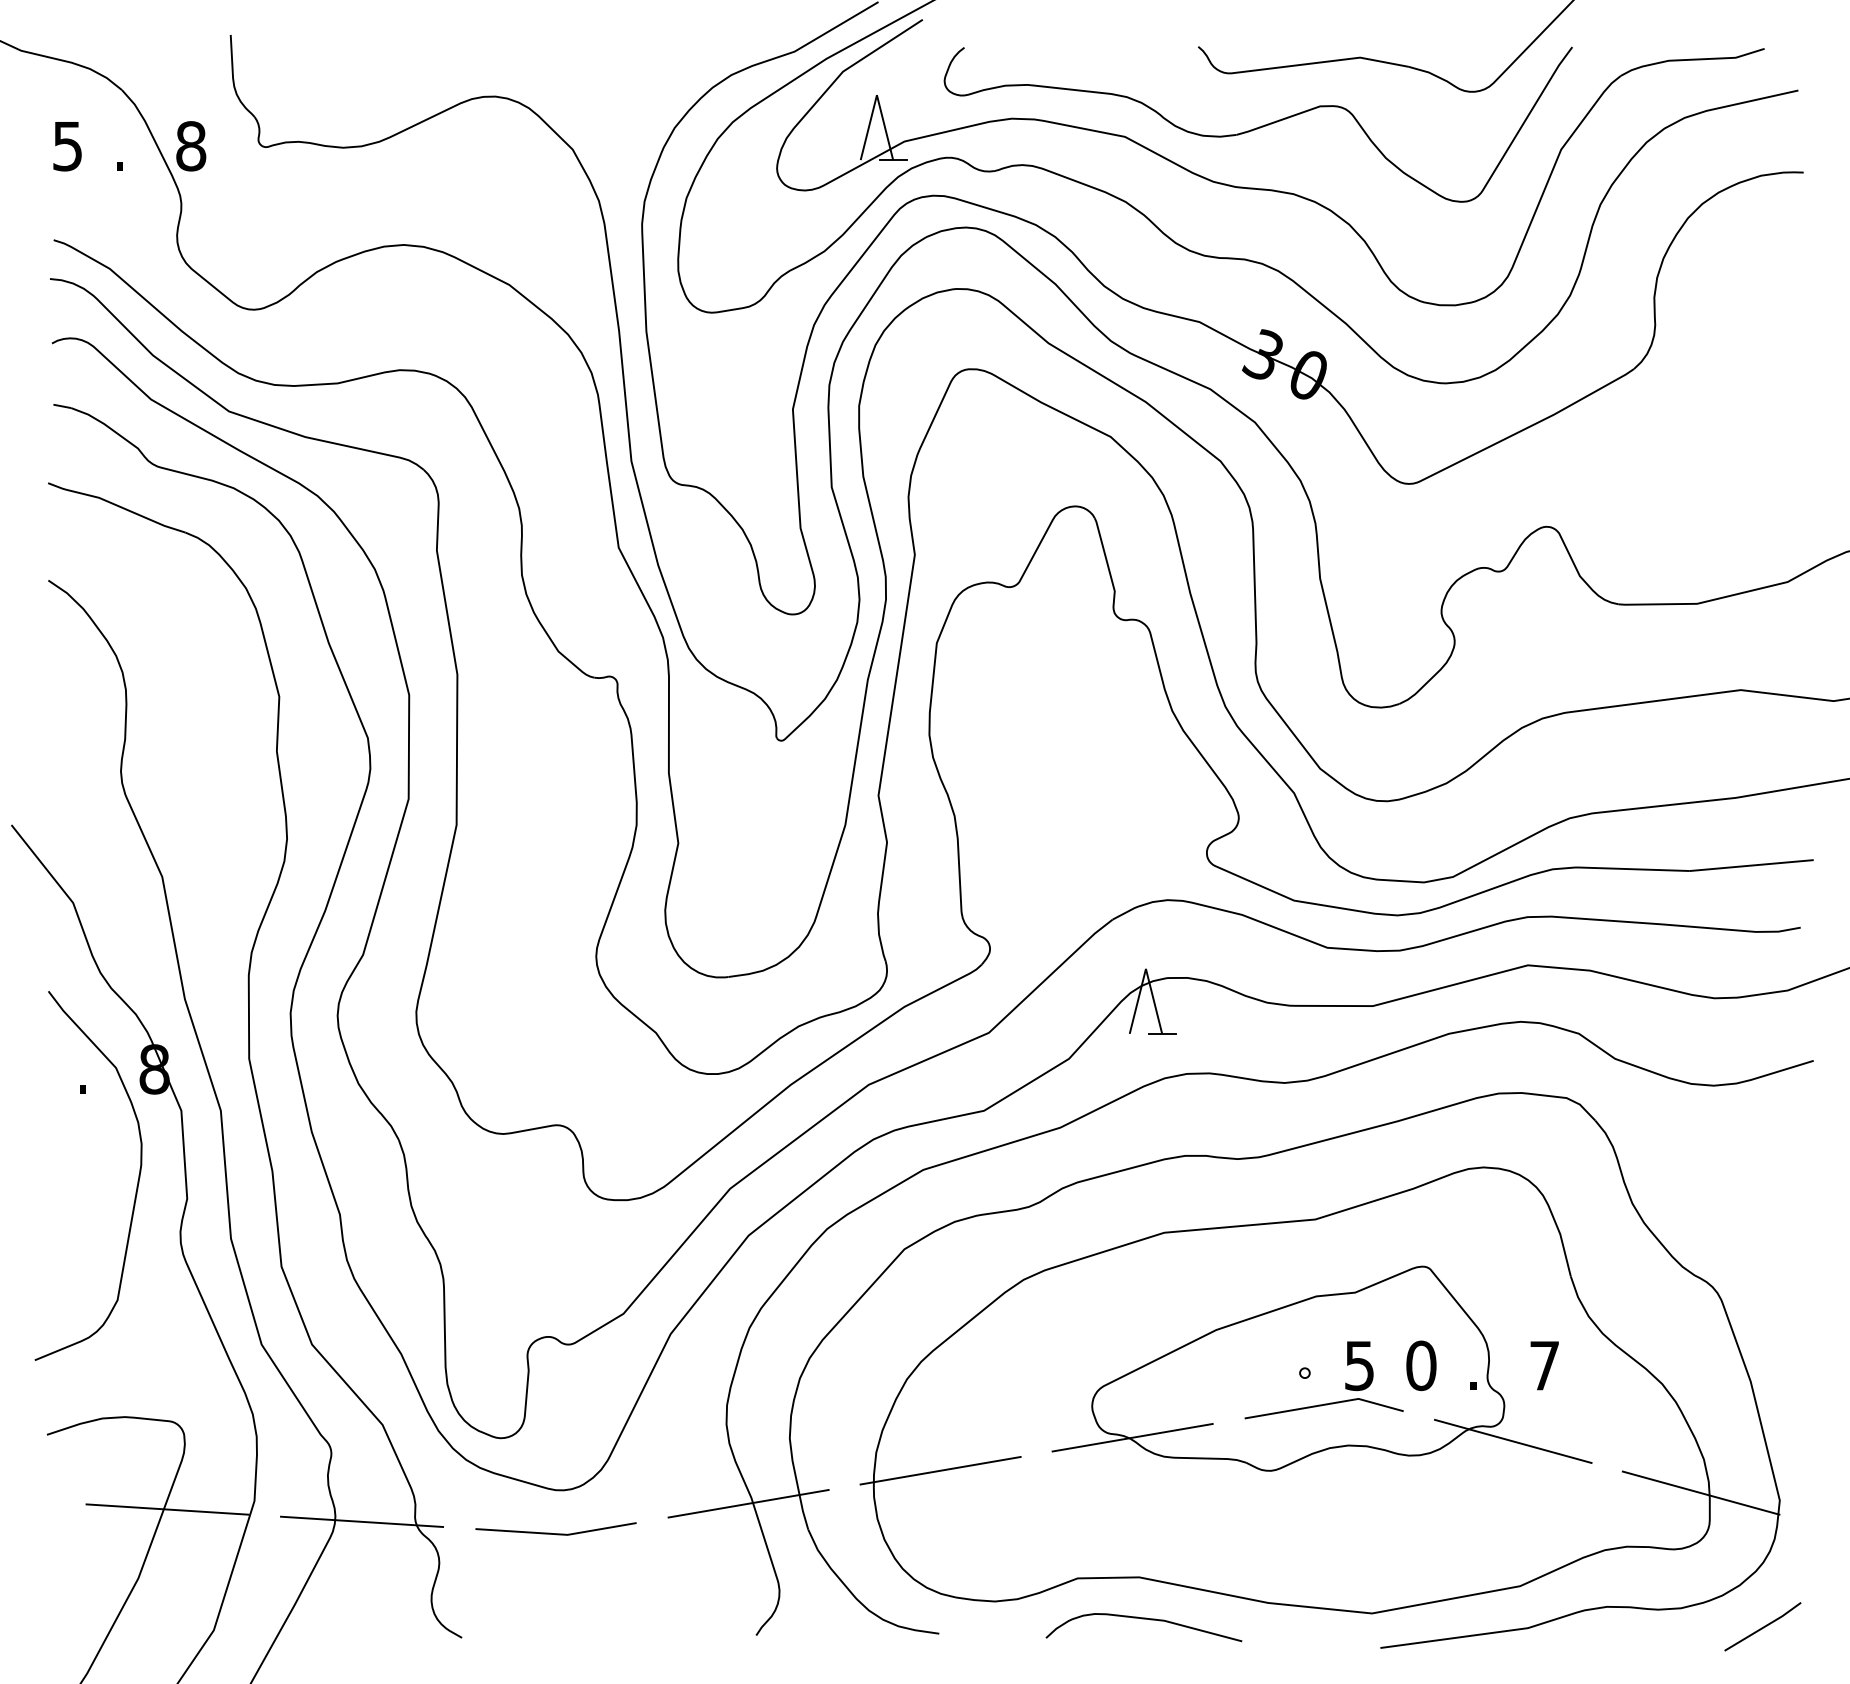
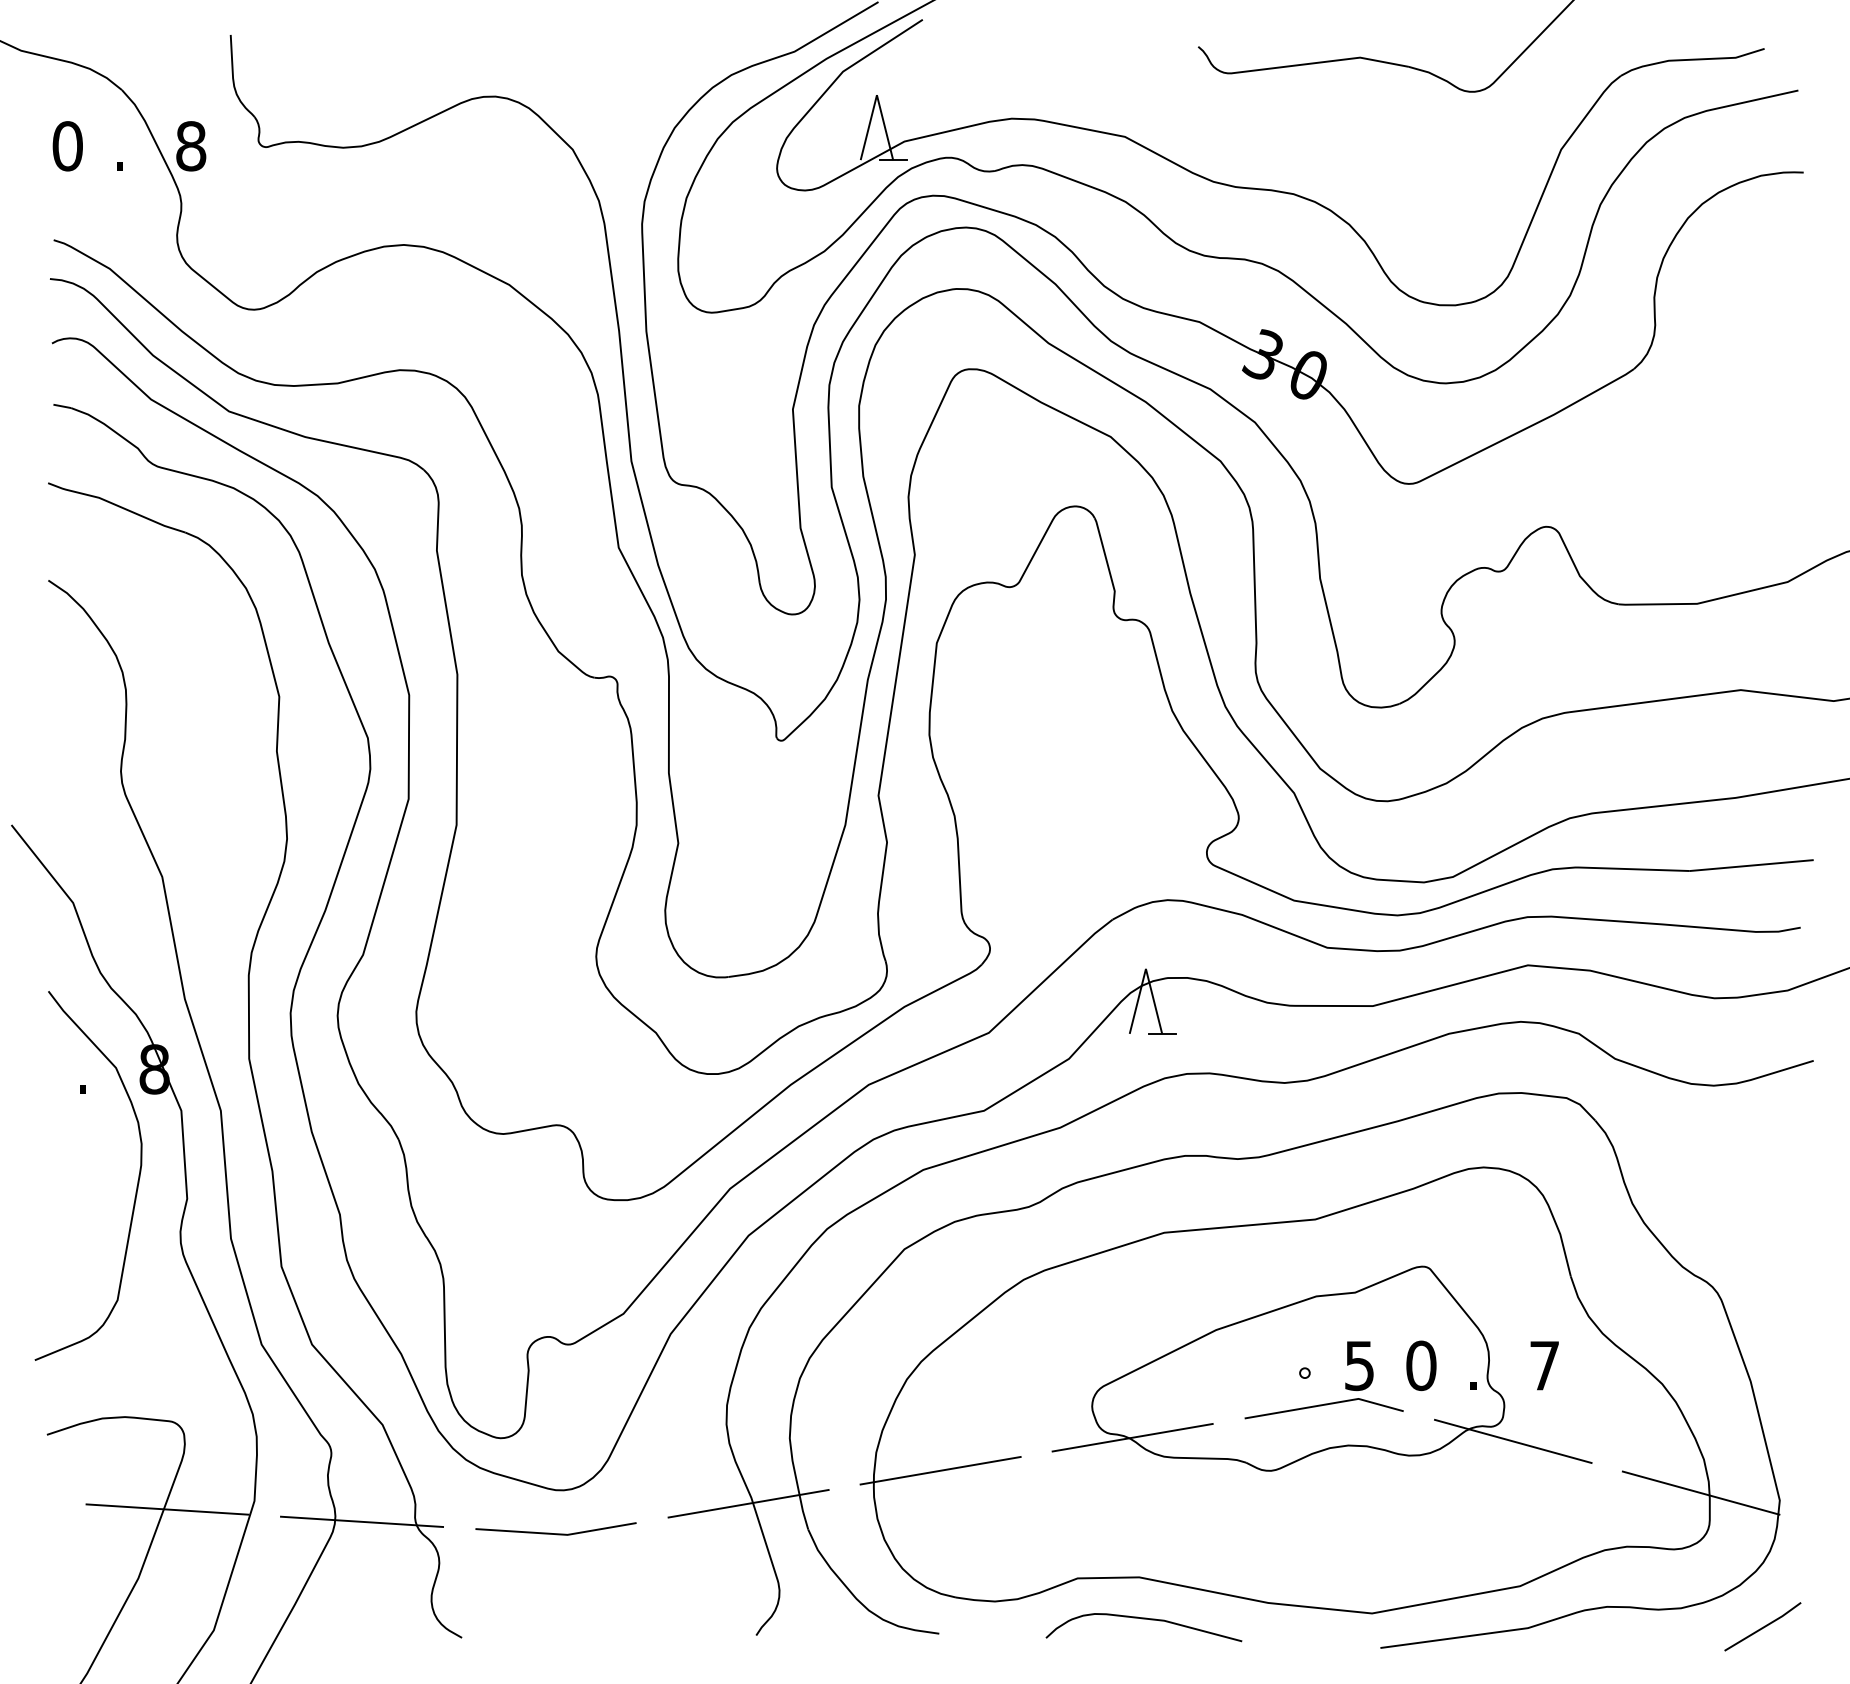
part at (1257, 124): present -> none
text at (67, 146): 5 -> 0
